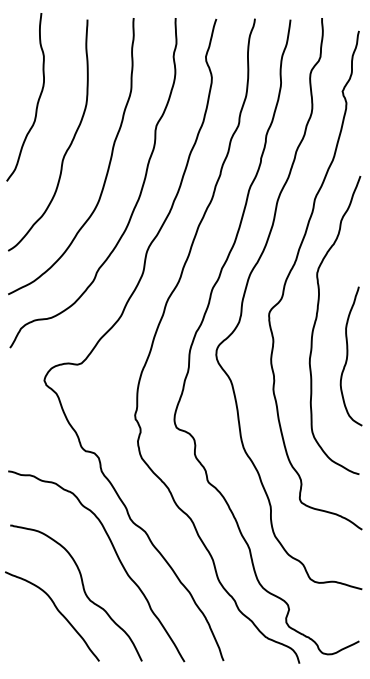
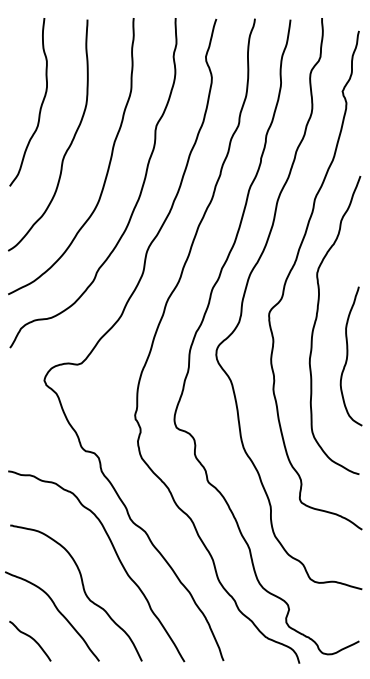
curve at (37, 100) position: (37, 100) -> (40, 105)
curve at (32, 639): none -> present
